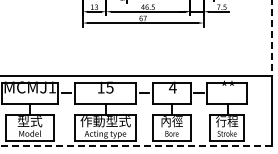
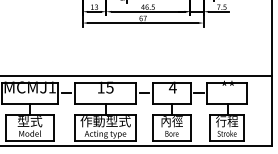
line at (272, 38): dashed -> solid
line at (136, 146): dashed -> solid
